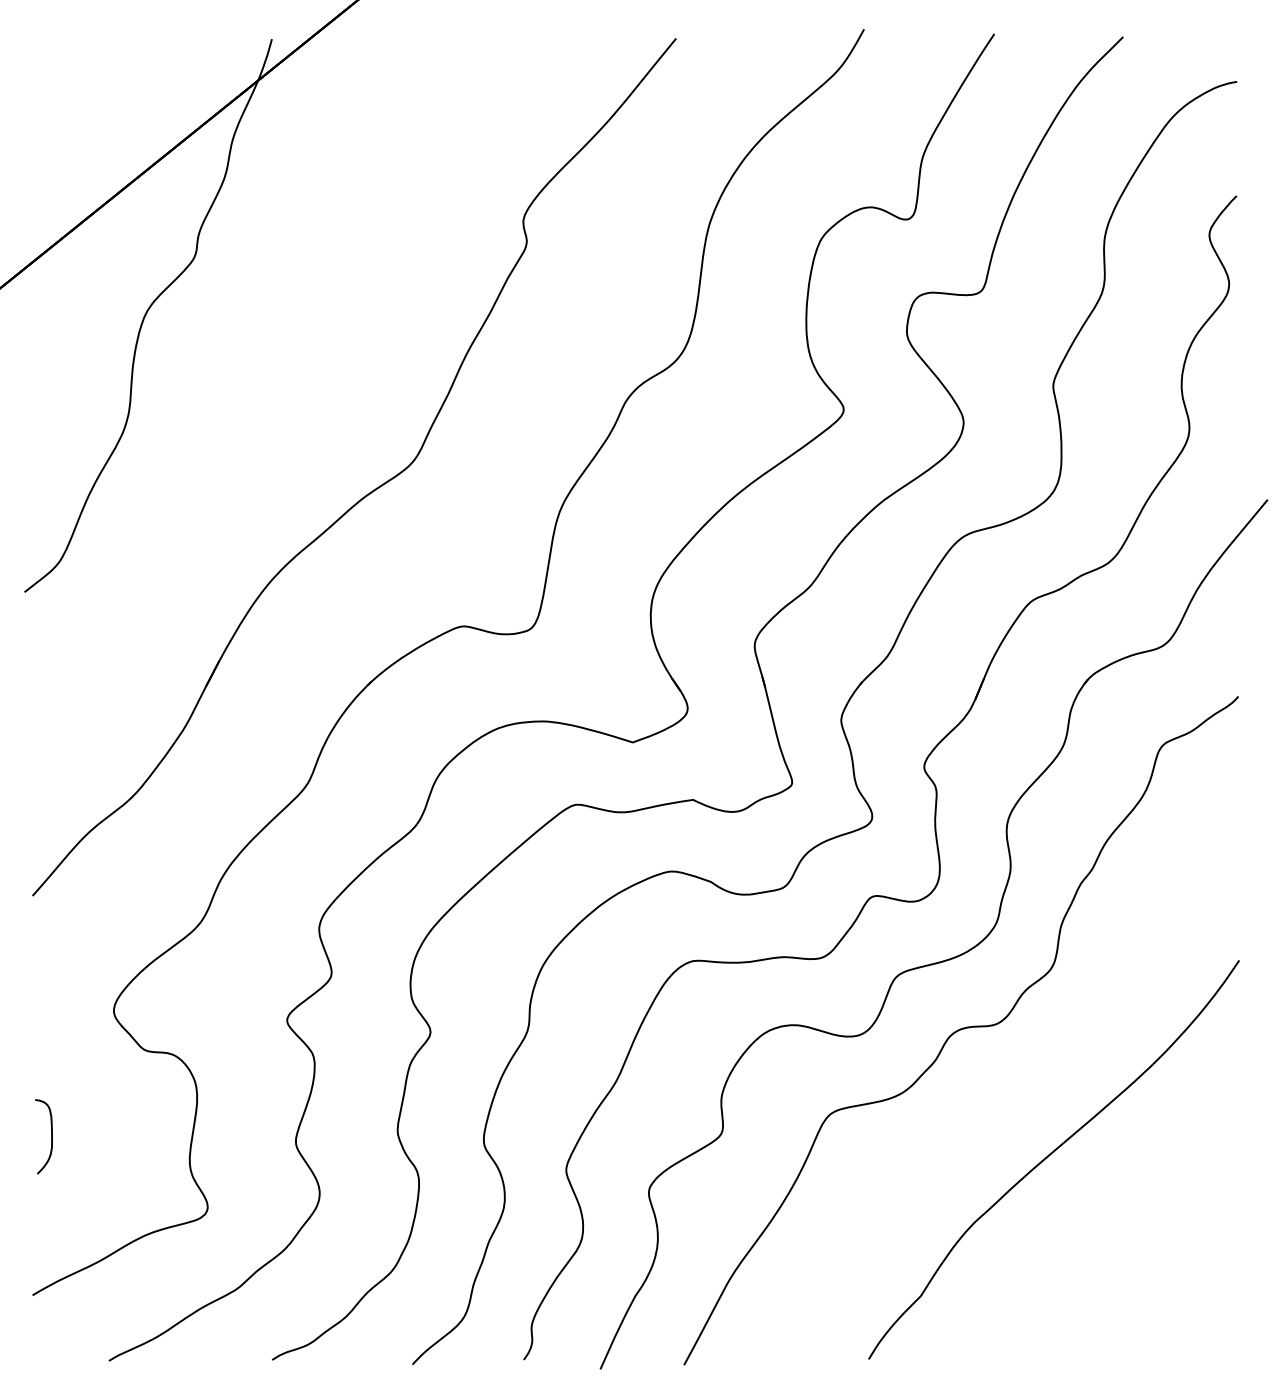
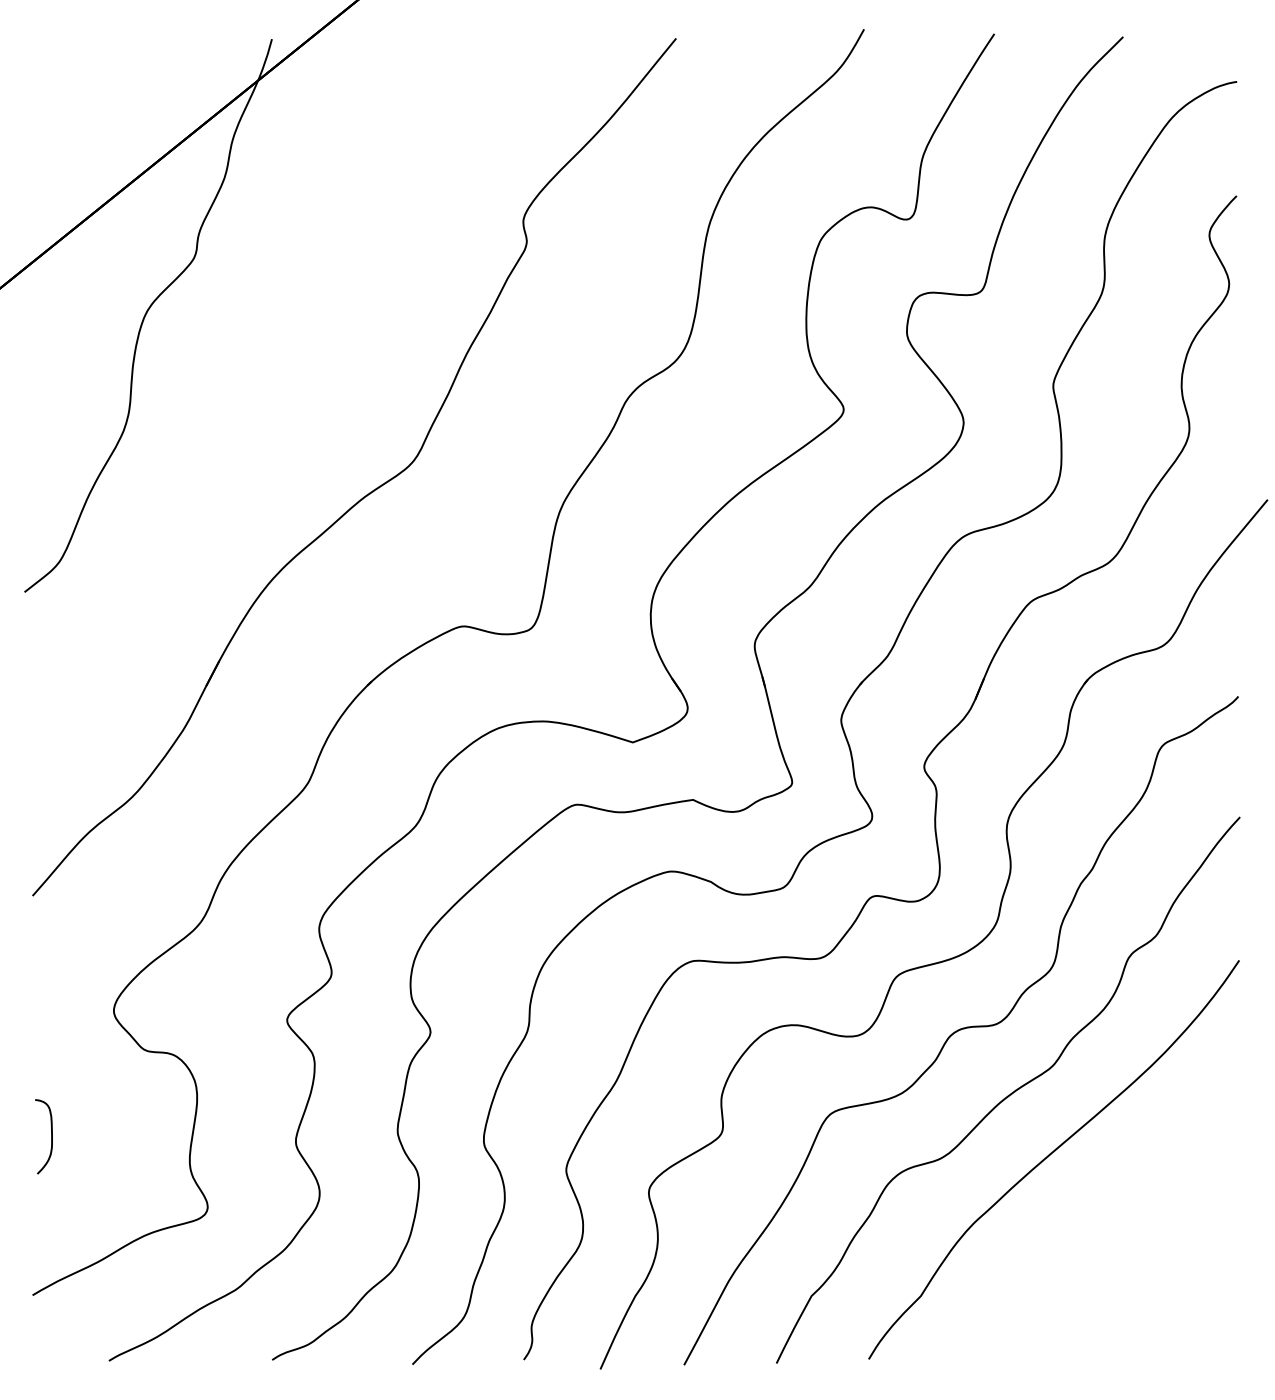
curve at (1011, 1092): none -> present
